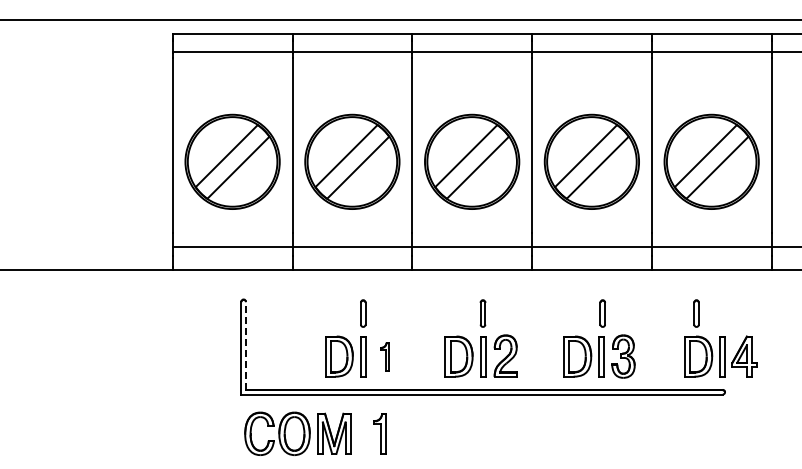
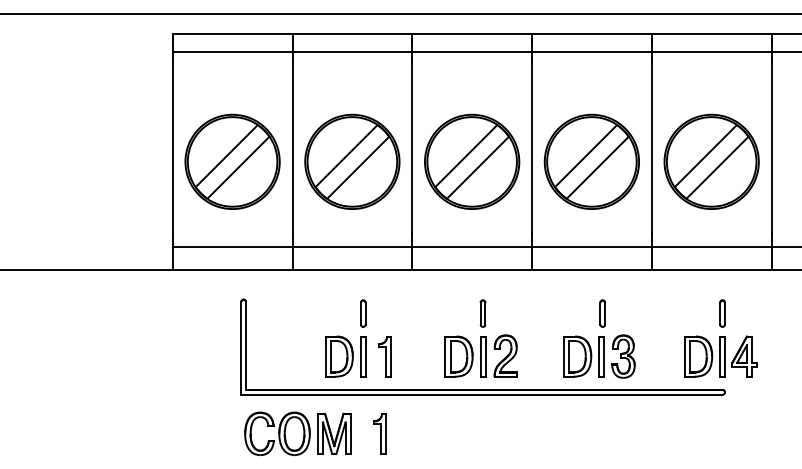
line at (400, 19) position: (400, 19) -> (400, 13)
part at (696, 313) position: (696, 313) -> (722, 313)
line at (246, 345): dashed -> solid
part at (384, 356) size: 10x30 px -> 14x42 px
